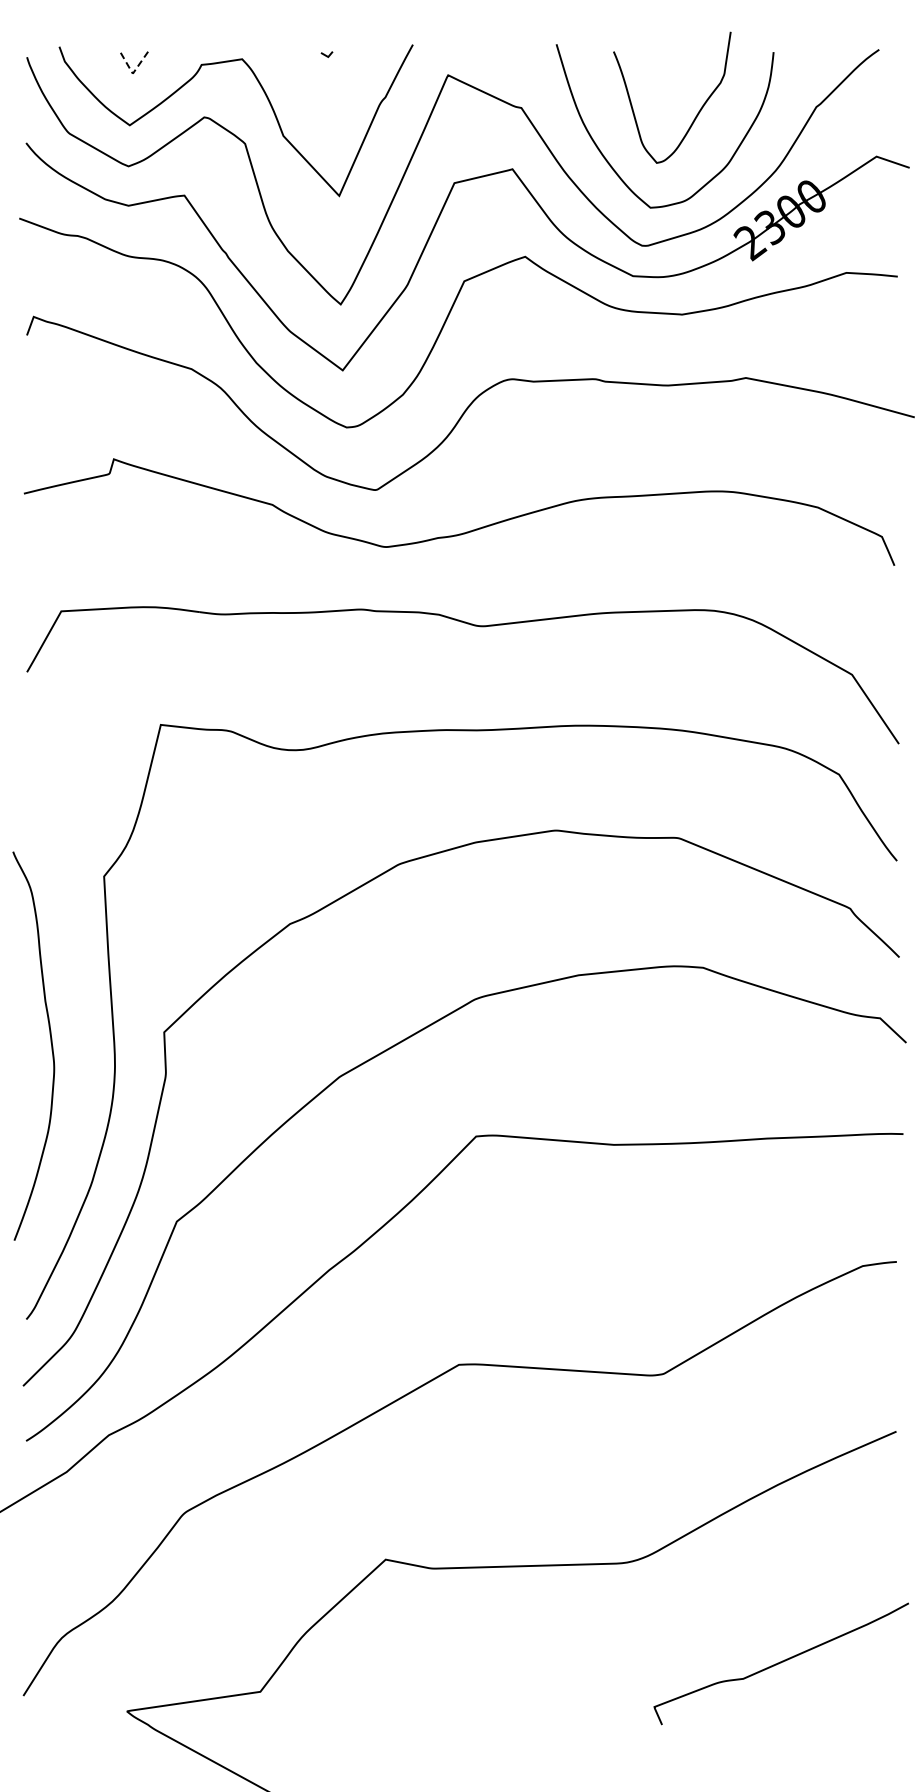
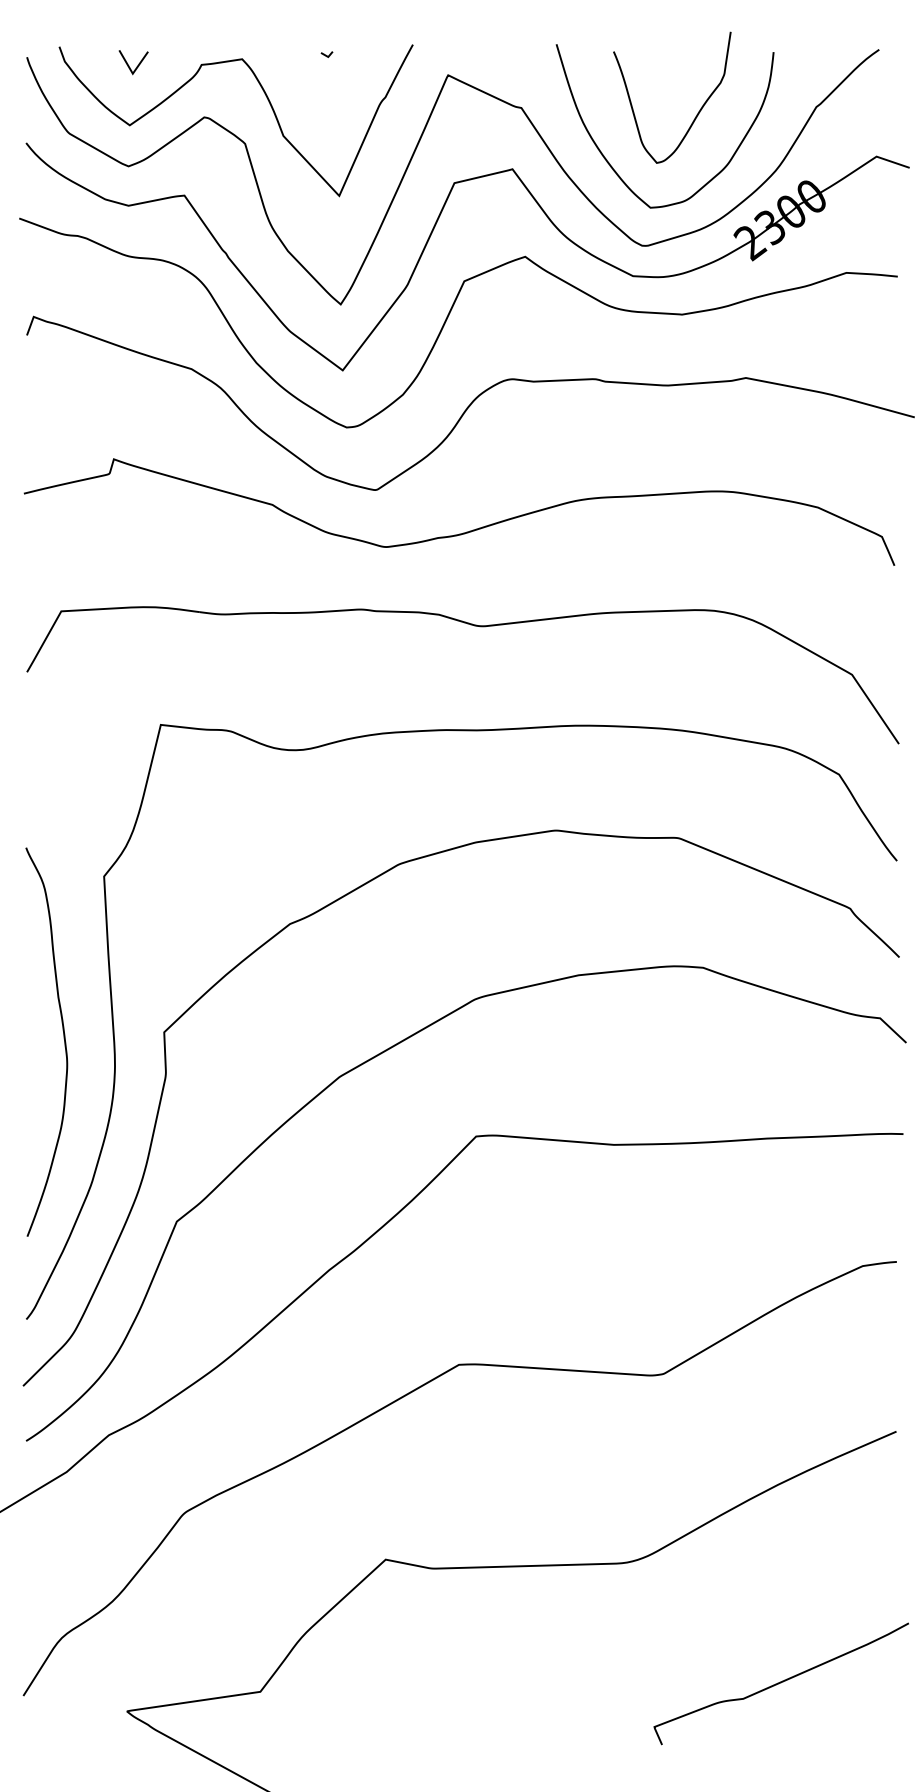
line at (132, 73): dashed -> solid
curve at (50, 1042) position: (50, 1042) -> (63, 1038)
curve at (780, 1663) position: (780, 1663) -> (780, 1683)
